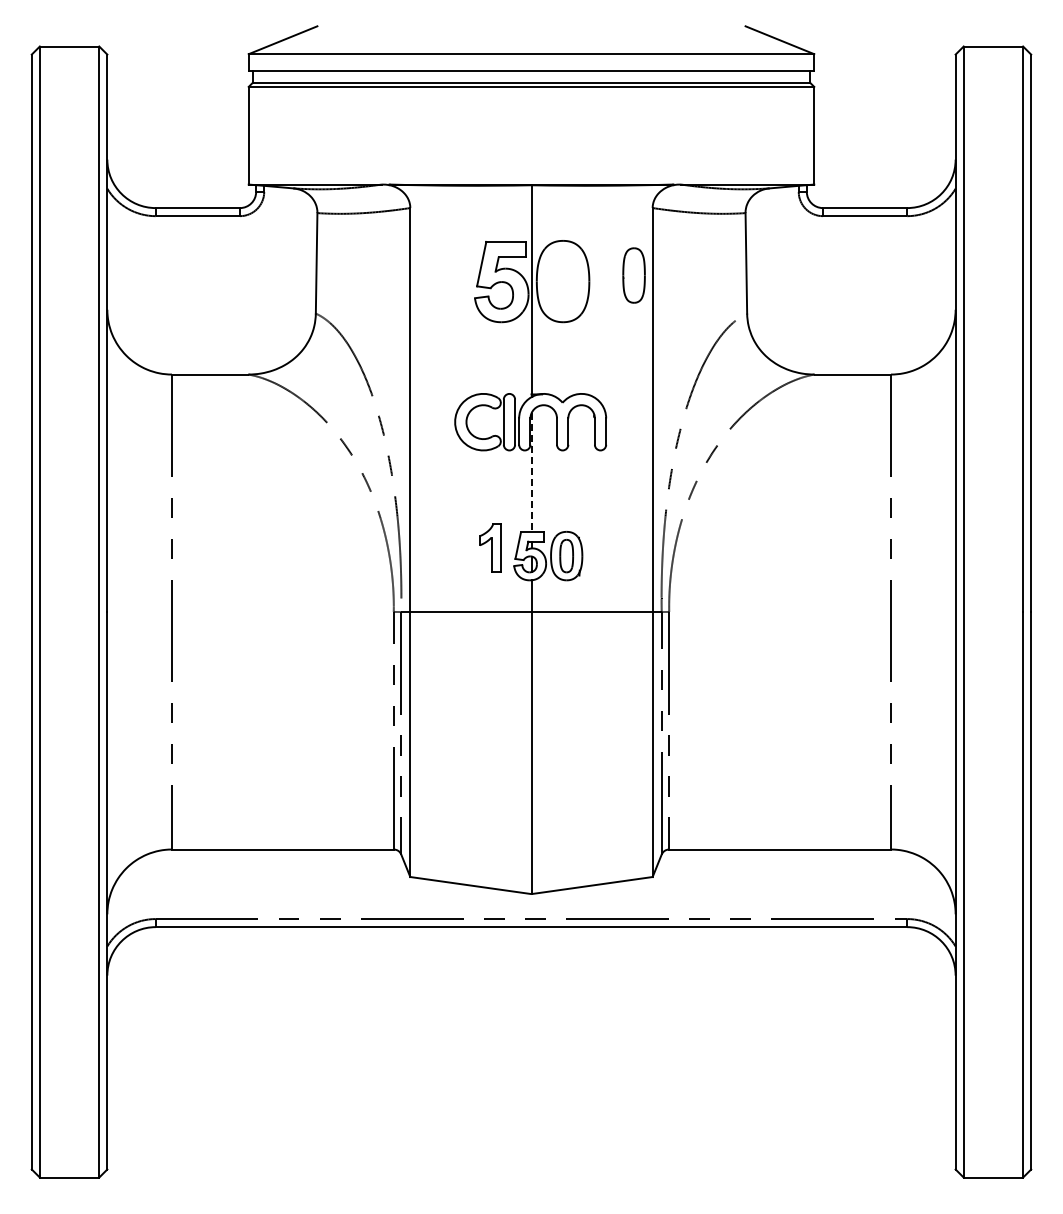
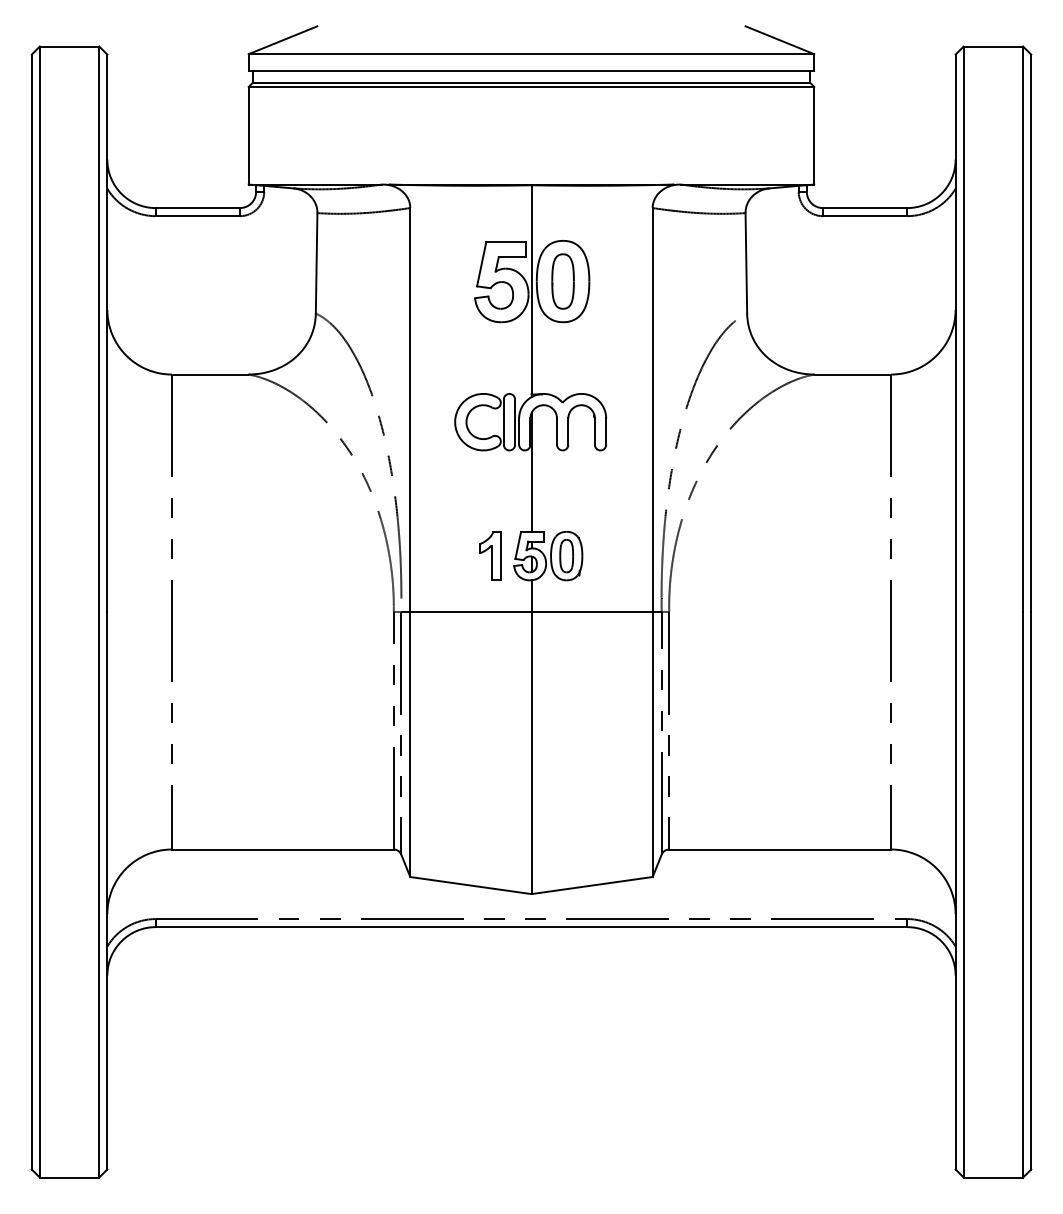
part at (633, 275) position: (633, 275) -> (562, 281)
line at (531, 472): dashed -> solid
part at (490, 547) position: (490, 547) -> (490, 555)
